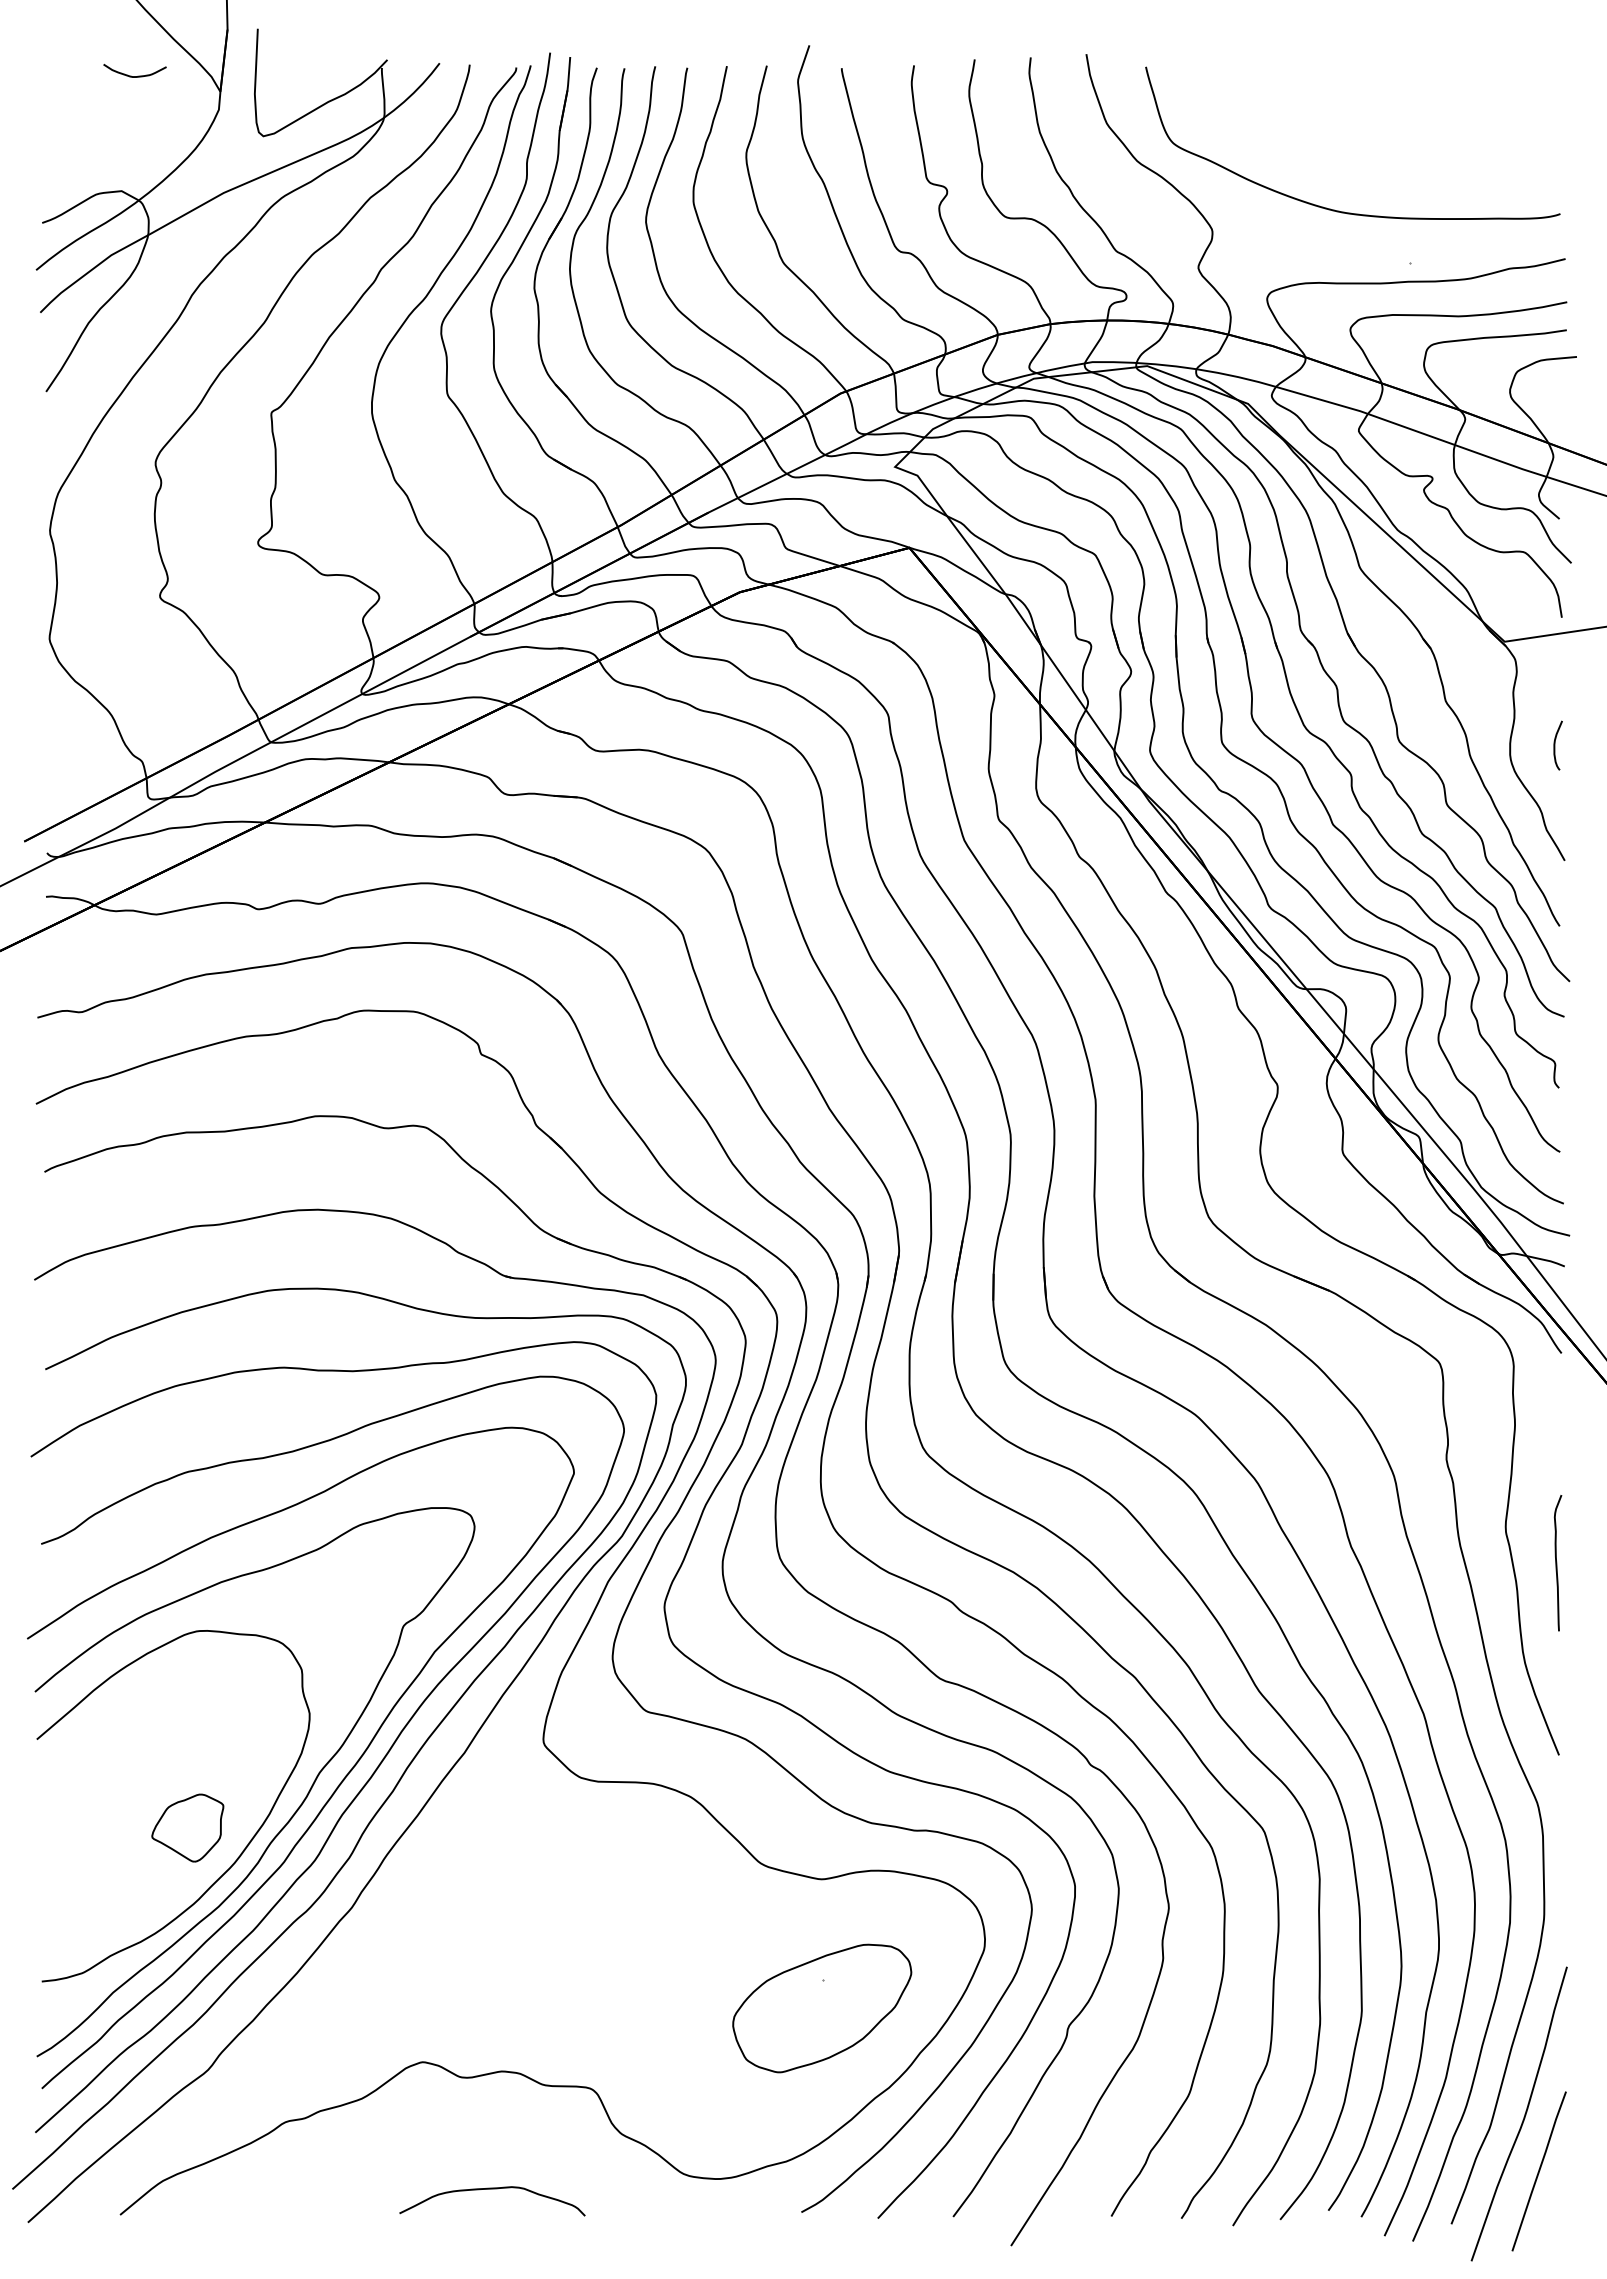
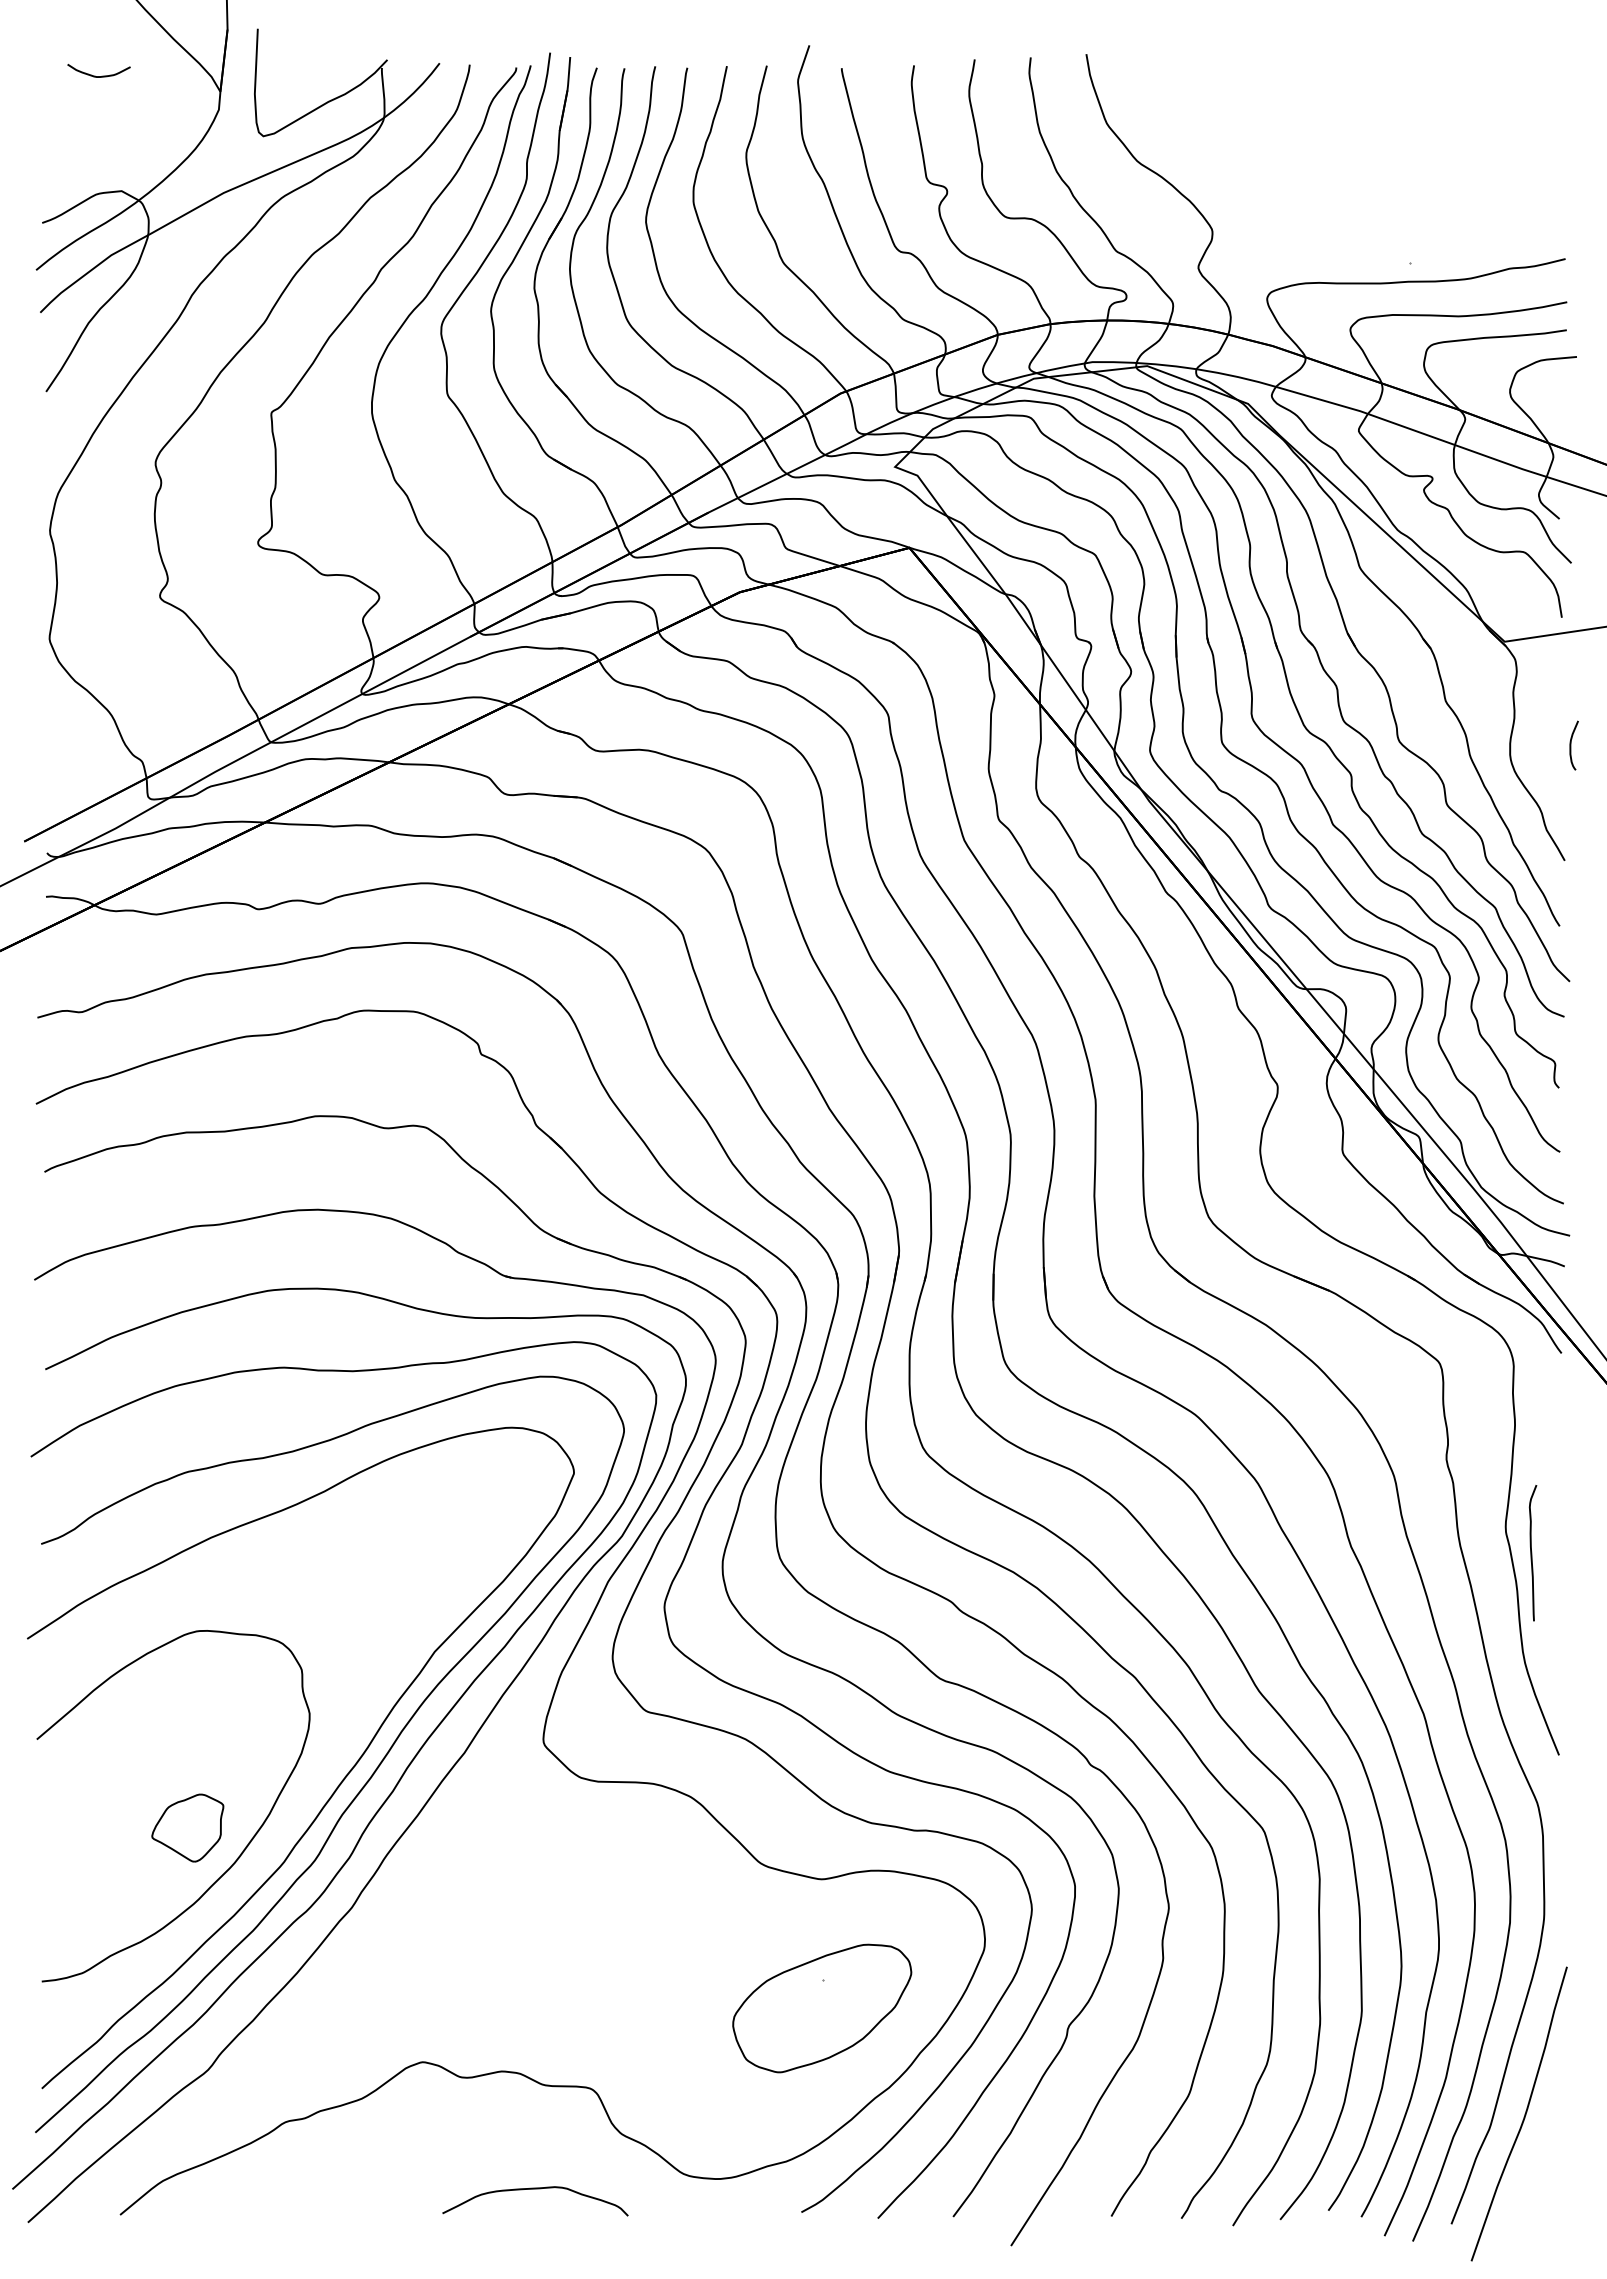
curve at (131, 75) position: (131, 75) -> (95, 75)
curve at (1339, 210): present -> none
curve at (1555, 745) position: (1555, 745) -> (1571, 745)
curve at (1557, 1563) position: (1557, 1563) -> (1532, 1553)
curve at (293, 1813): present -> none
line at (1538, 2171): present -> none
curve at (492, 2189) position: (492, 2189) -> (535, 2189)
